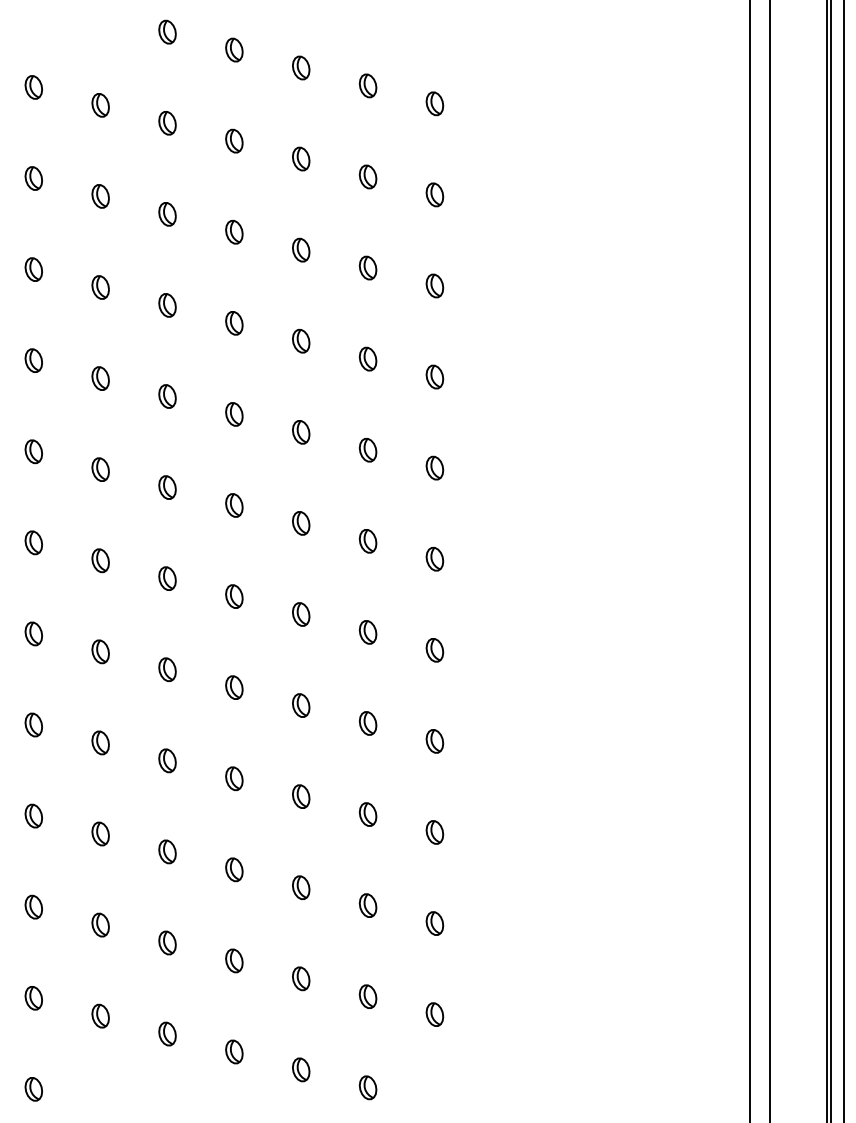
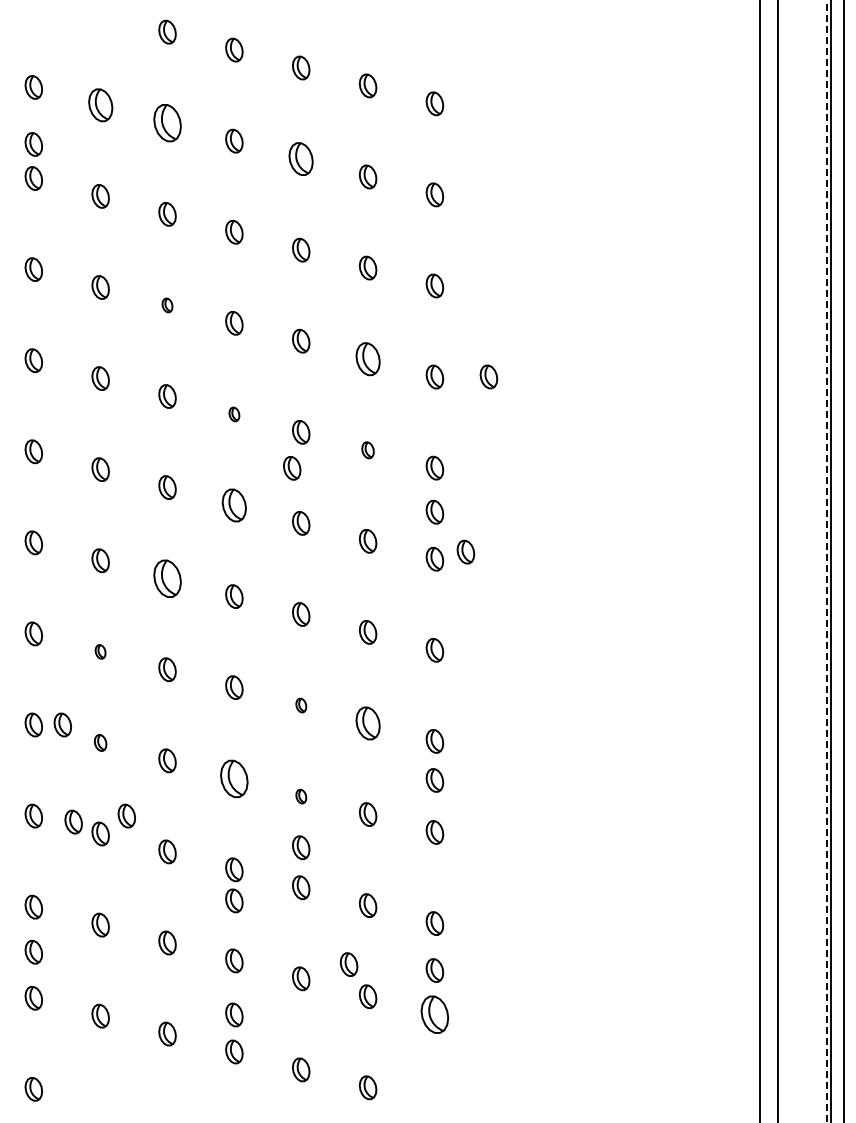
part at (100, 105) size: 19x25 px -> 26x35 px
part at (167, 123) size: 19x25 px -> 29x39 px
part at (33, 144): none -> present
part at (301, 158) size: 19x26 px -> 26x34 px
part at (167, 305) size: 19x25 px -> 13x17 px
part at (367, 358) size: 20x26 px -> 26x35 px
part at (488, 376): none -> present
part at (234, 414) size: 19x25 px -> 13x17 px
part at (367, 450) size: 20x25 px -> 14x19 px
part at (292, 468): none -> present
part at (234, 505) size: 19x25 px -> 26x35 px
part at (434, 511): none -> present
part at (465, 551): none -> present
line at (750, 560) position: (750, 560) -> (760, 560)
line at (769, 560) position: (769, 560) -> (777, 560)
line at (826, 561): solid -> dashed
part at (167, 578) size: 19x25 px -> 29x39 px
part at (100, 651) size: 19x26 px -> 13x16 px
part at (301, 705) size: 19x25 px -> 13x17 px
part at (367, 723) size: 20x25 px -> 26x35 px
part at (62, 724): none -> present
part at (100, 742) size: 19x26 px -> 15x18 px
part at (234, 778) size: 19x25 px -> 29x39 px
part at (434, 780): none -> present
part at (301, 796) size: 19x25 px -> 13x17 px
part at (126, 815): none -> present
part at (73, 821): none -> present
part at (301, 847): none -> present
part at (234, 900): none -> present
part at (33, 952): none -> present
part at (348, 964): none -> present
part at (434, 970): none -> present
part at (234, 1014): none -> present
part at (434, 1014) size: 20x25 px -> 30x39 px
